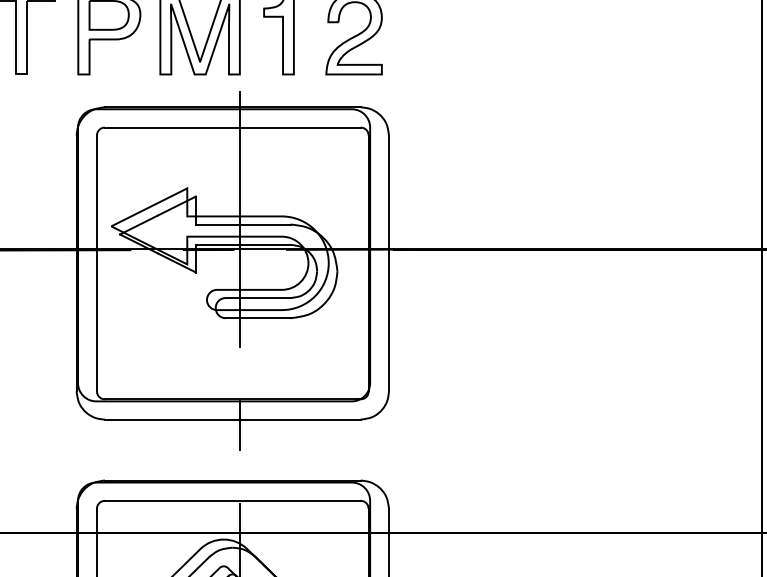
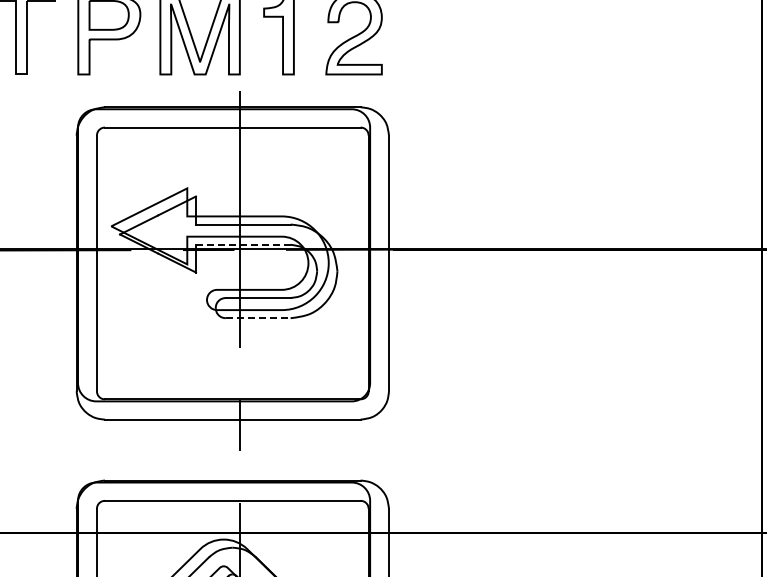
line at (243, 244): solid -> dashed
line at (258, 318): solid -> dashed
